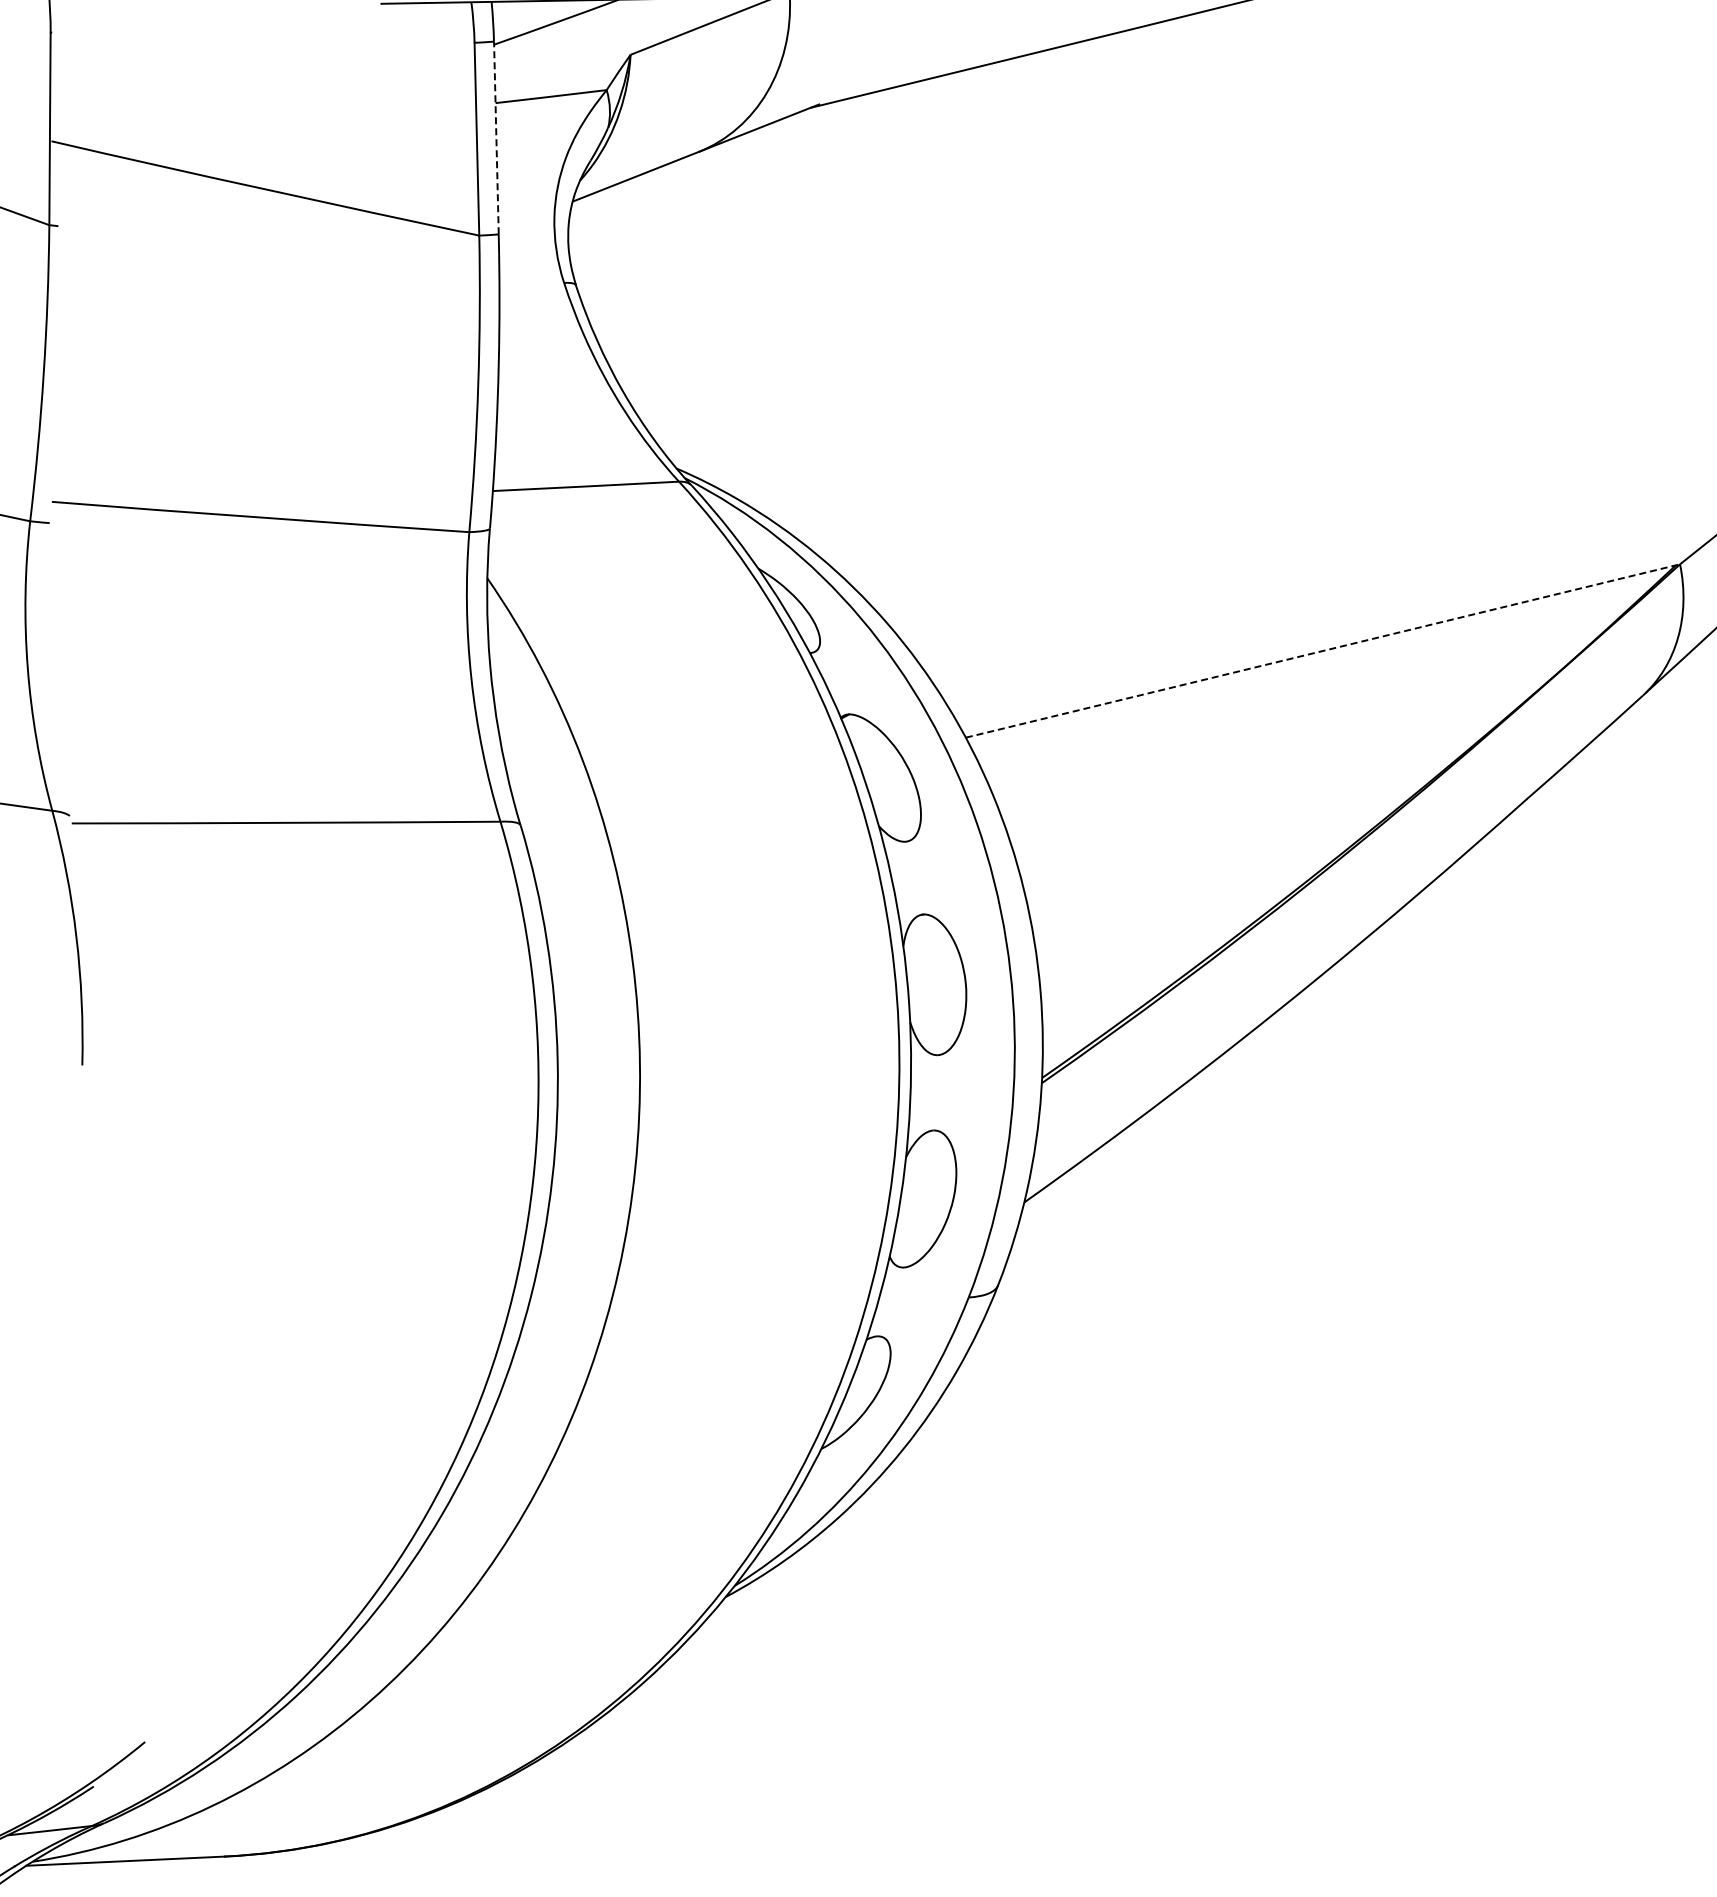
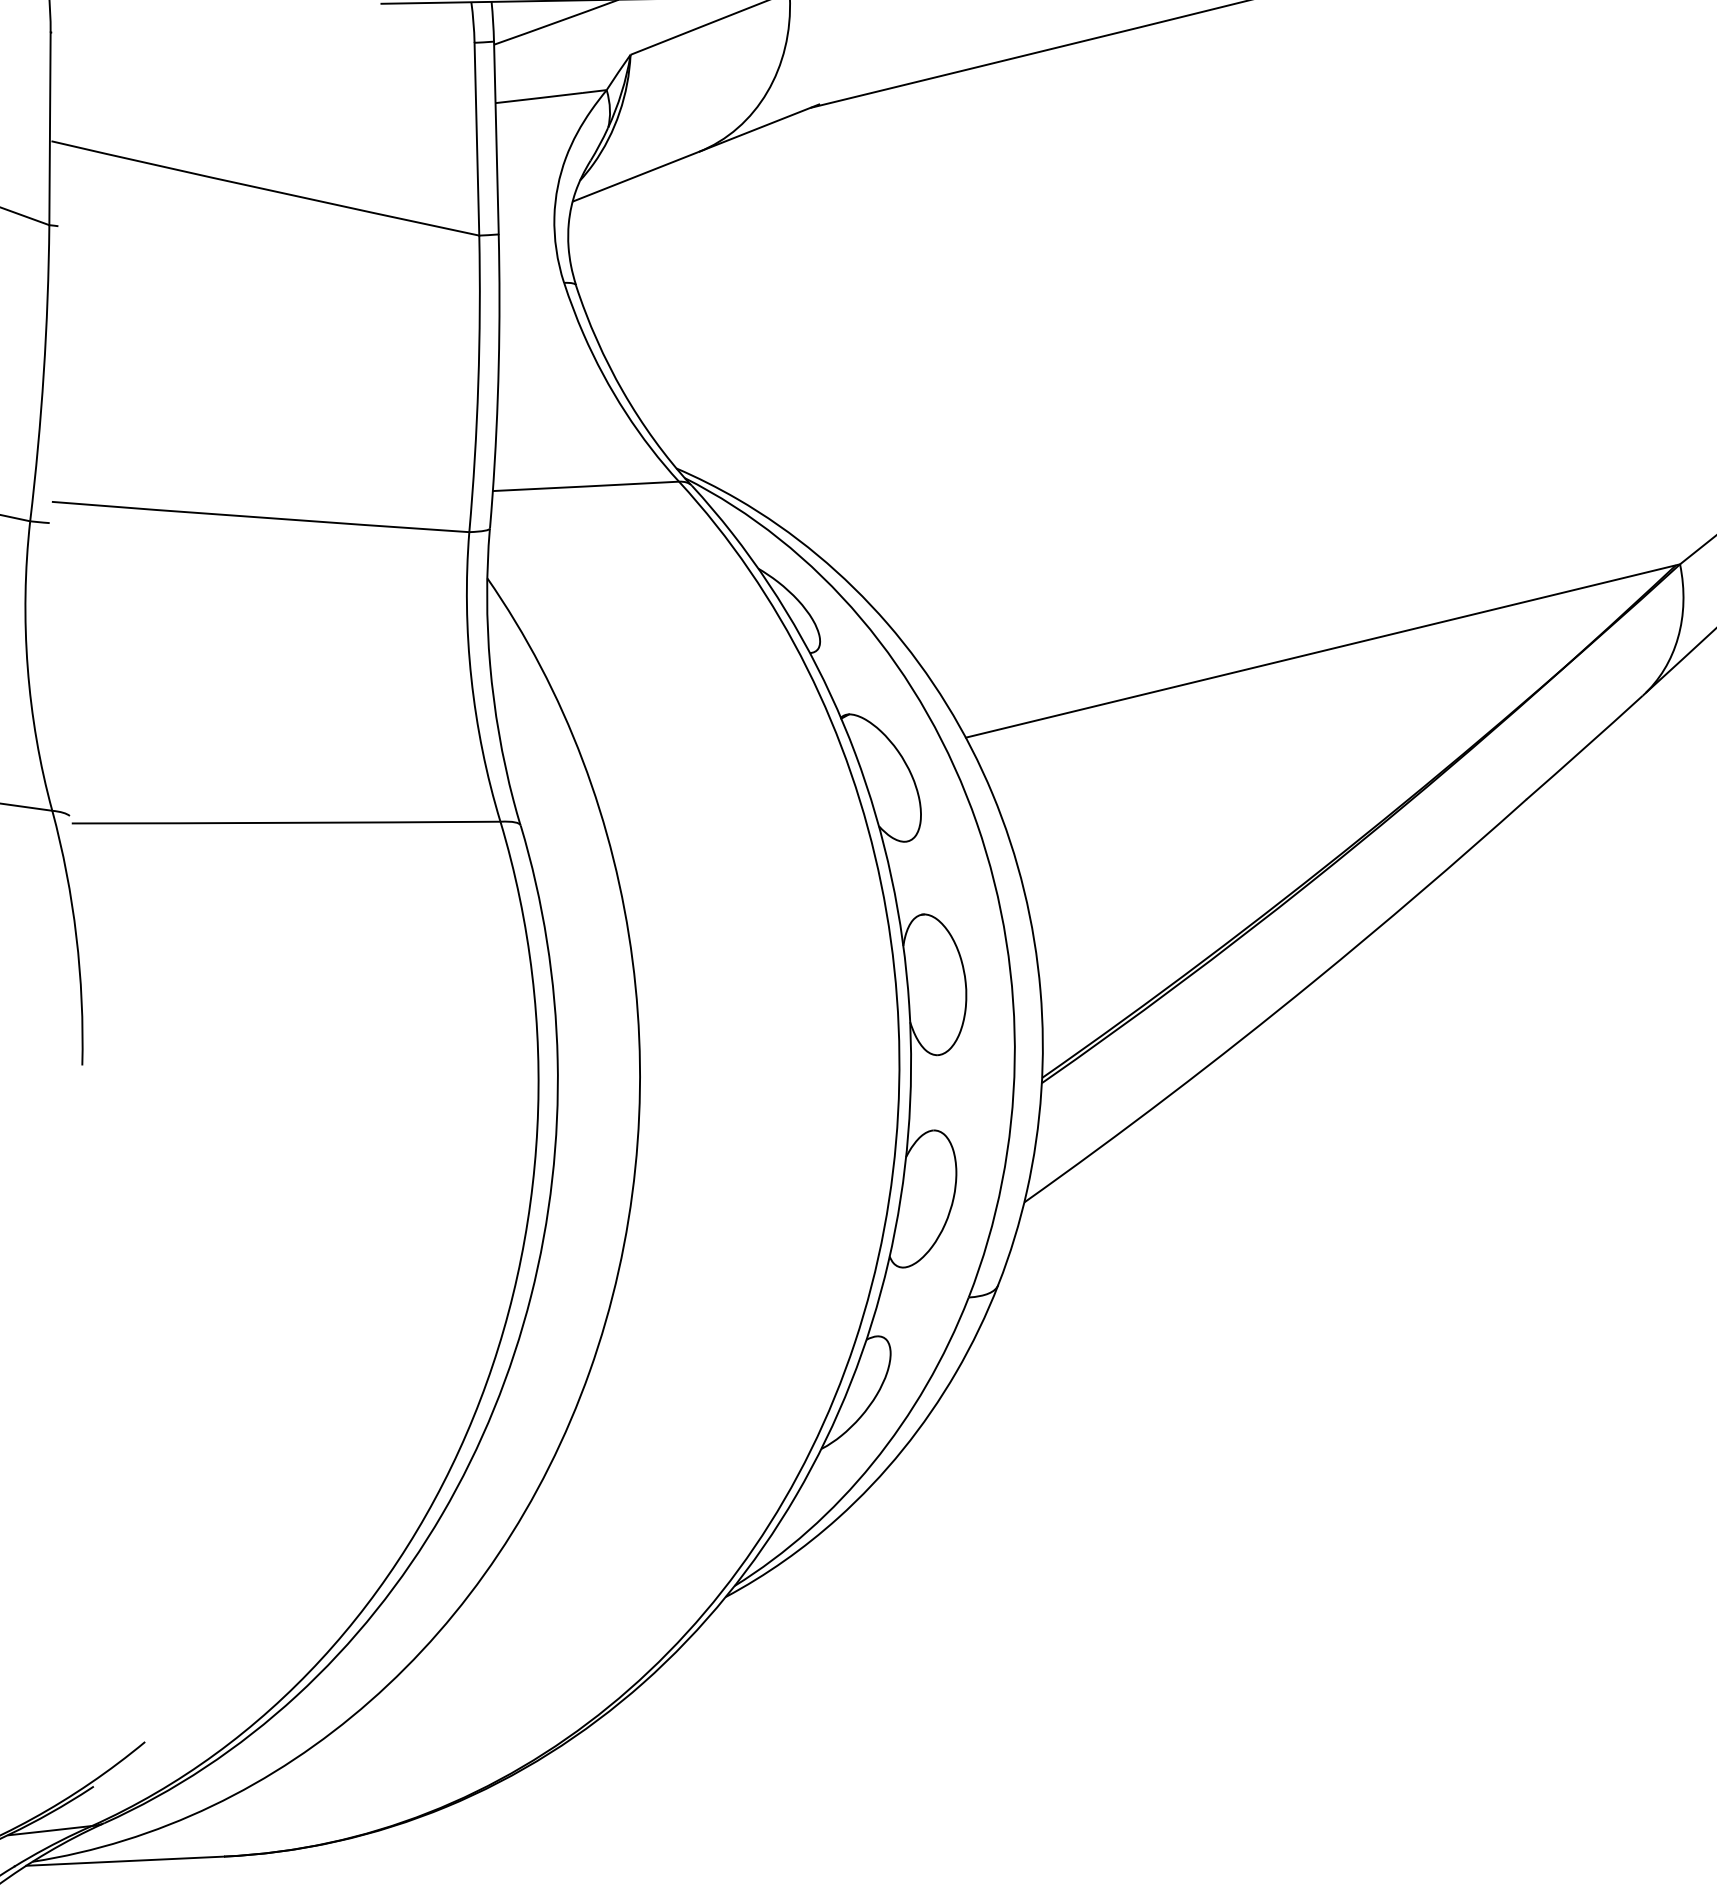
line at (496, 137): dashed -> solid
line at (1323, 650): dashed -> solid
